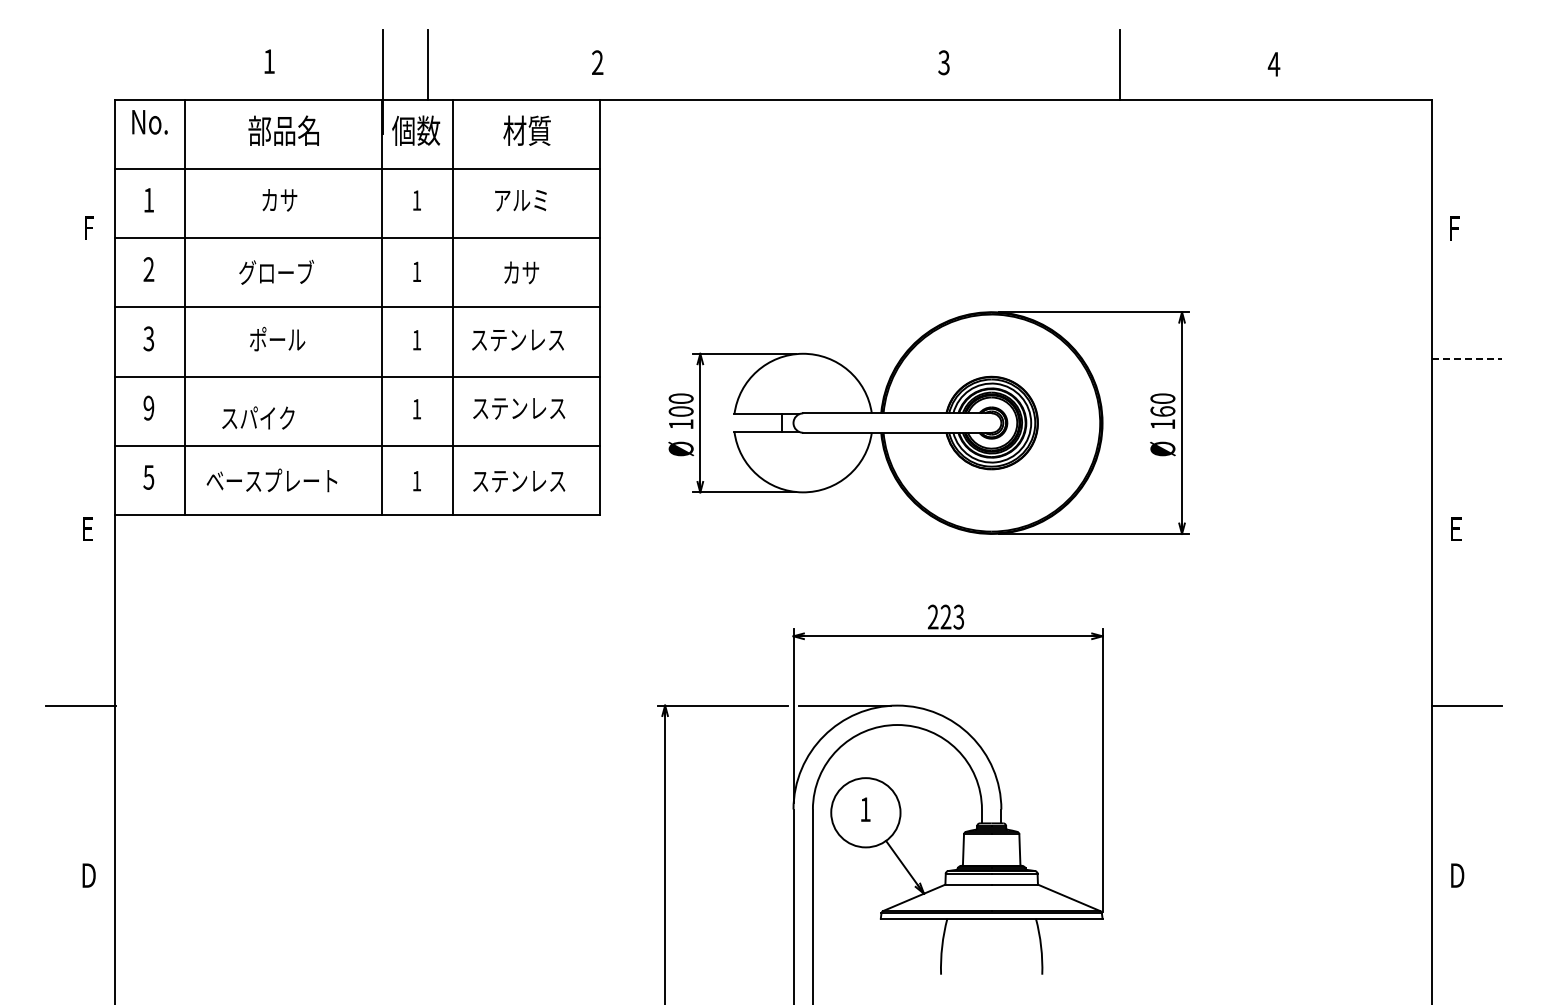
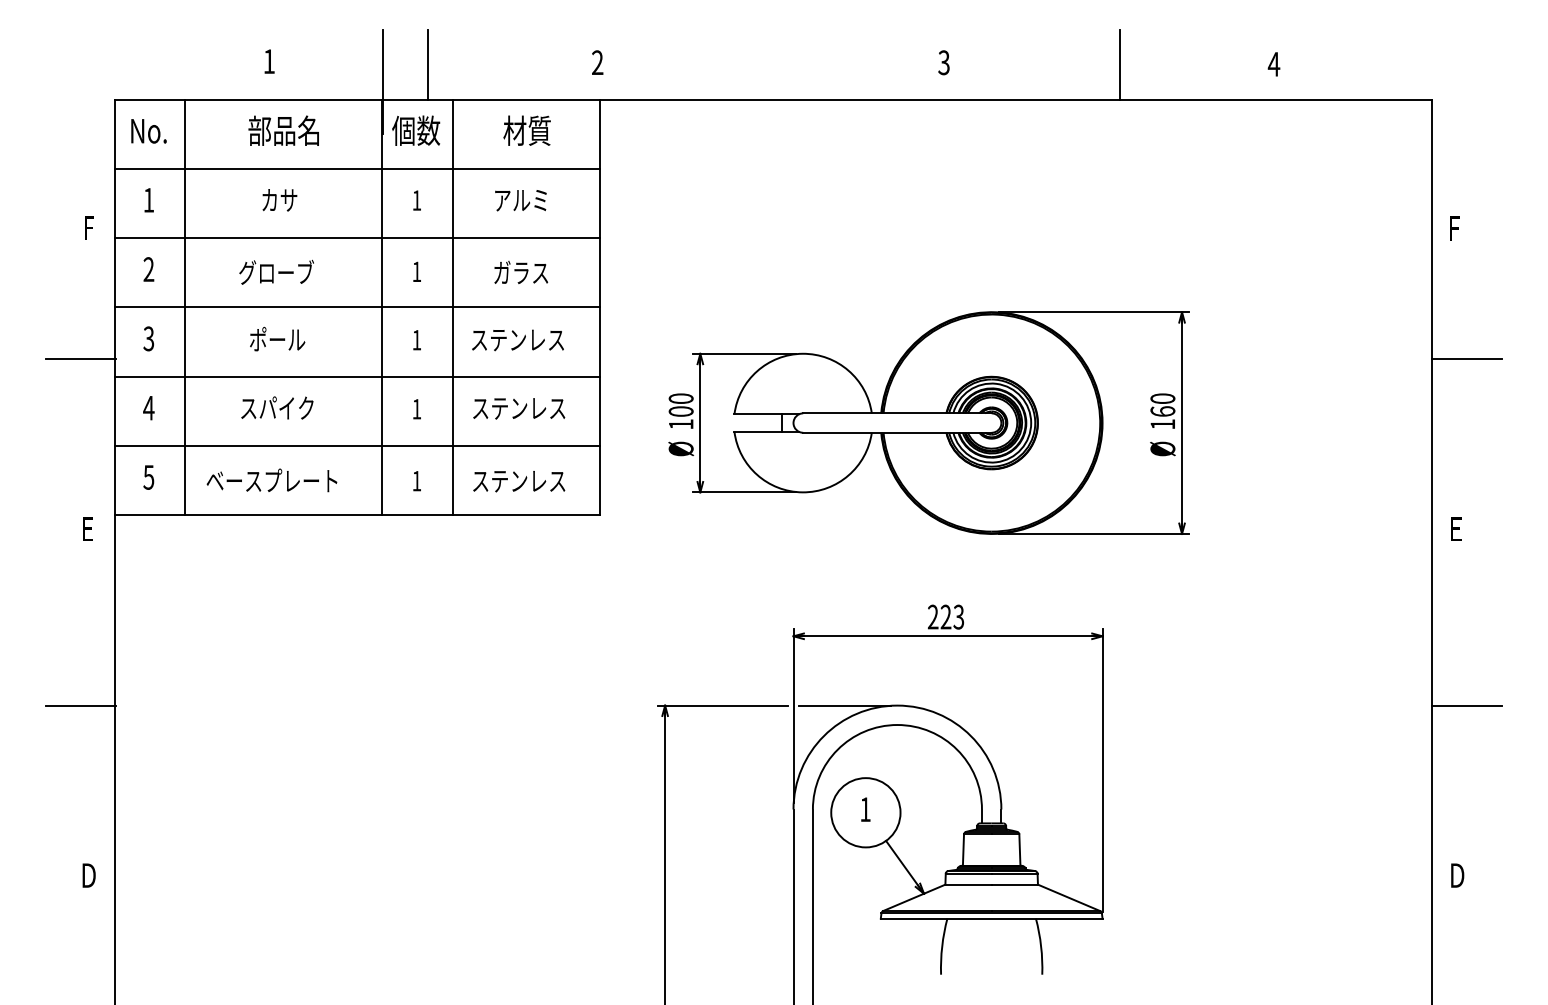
text at (149, 122) position: (149, 122) -> (148, 131)
text at (521, 272): カサ -> ガラス
line at (80, 359): none -> present
line at (1466, 359): dashed -> solid
text at (148, 407): 9 -> 4
text at (258, 417) position: (258, 417) -> (277, 407)
